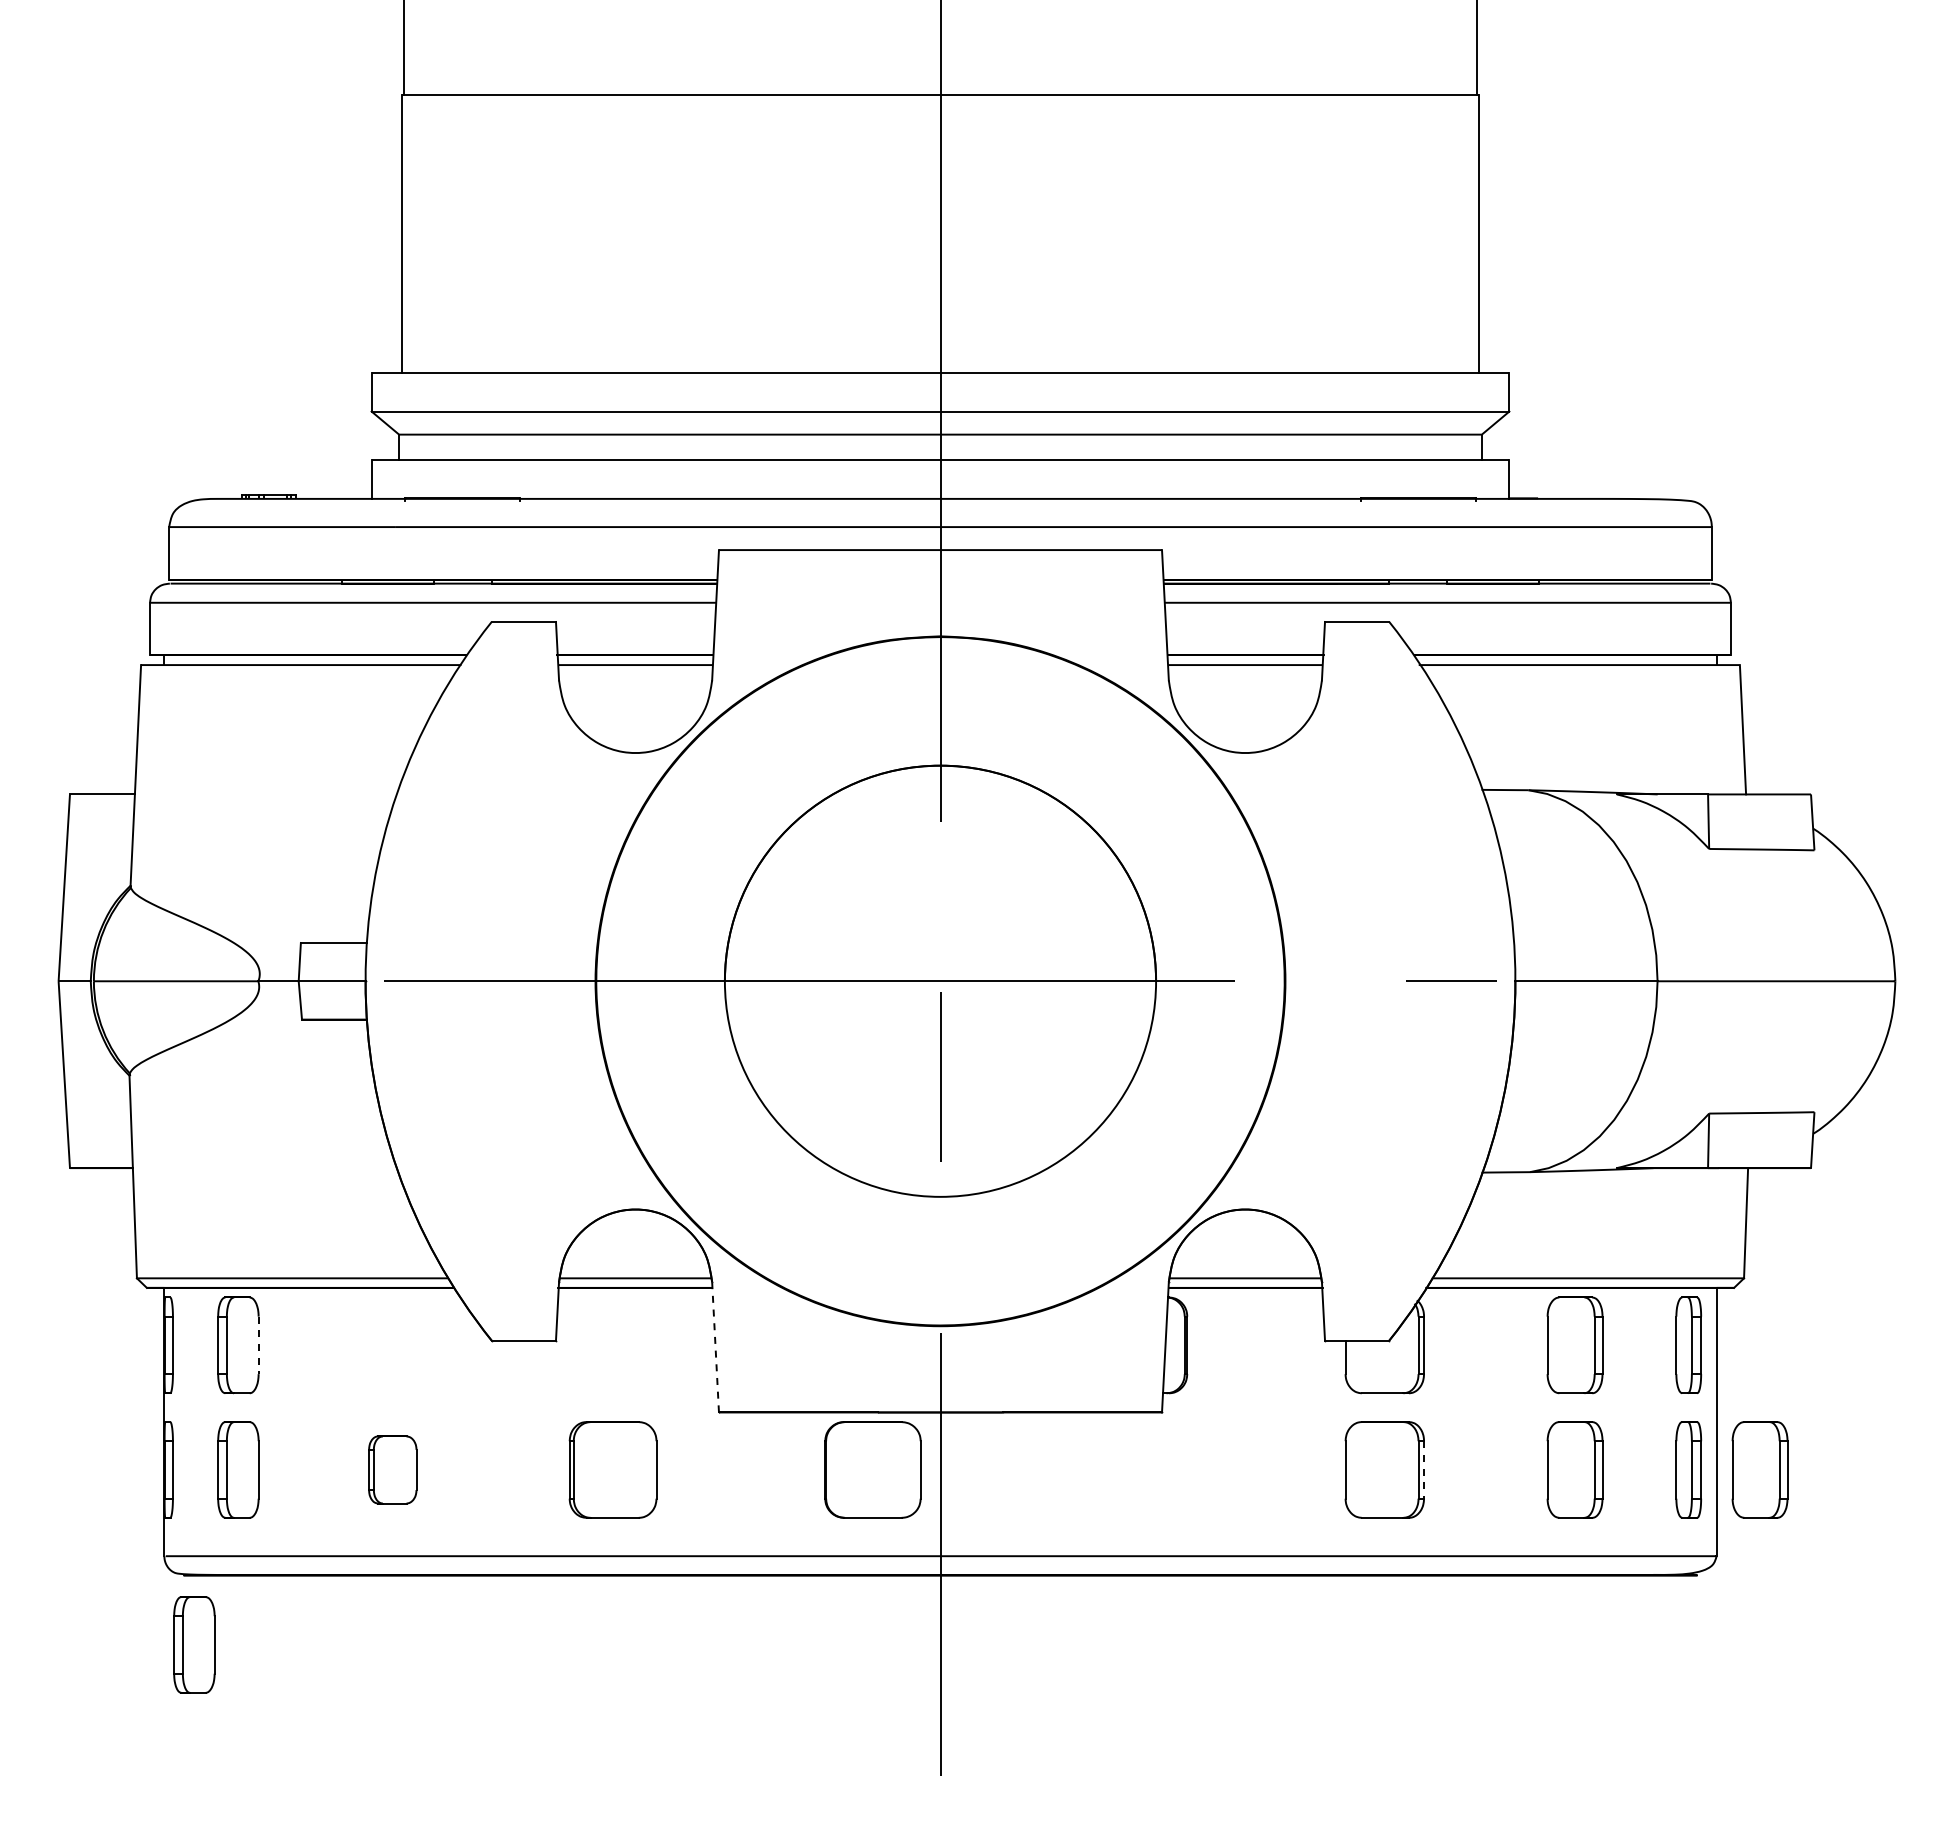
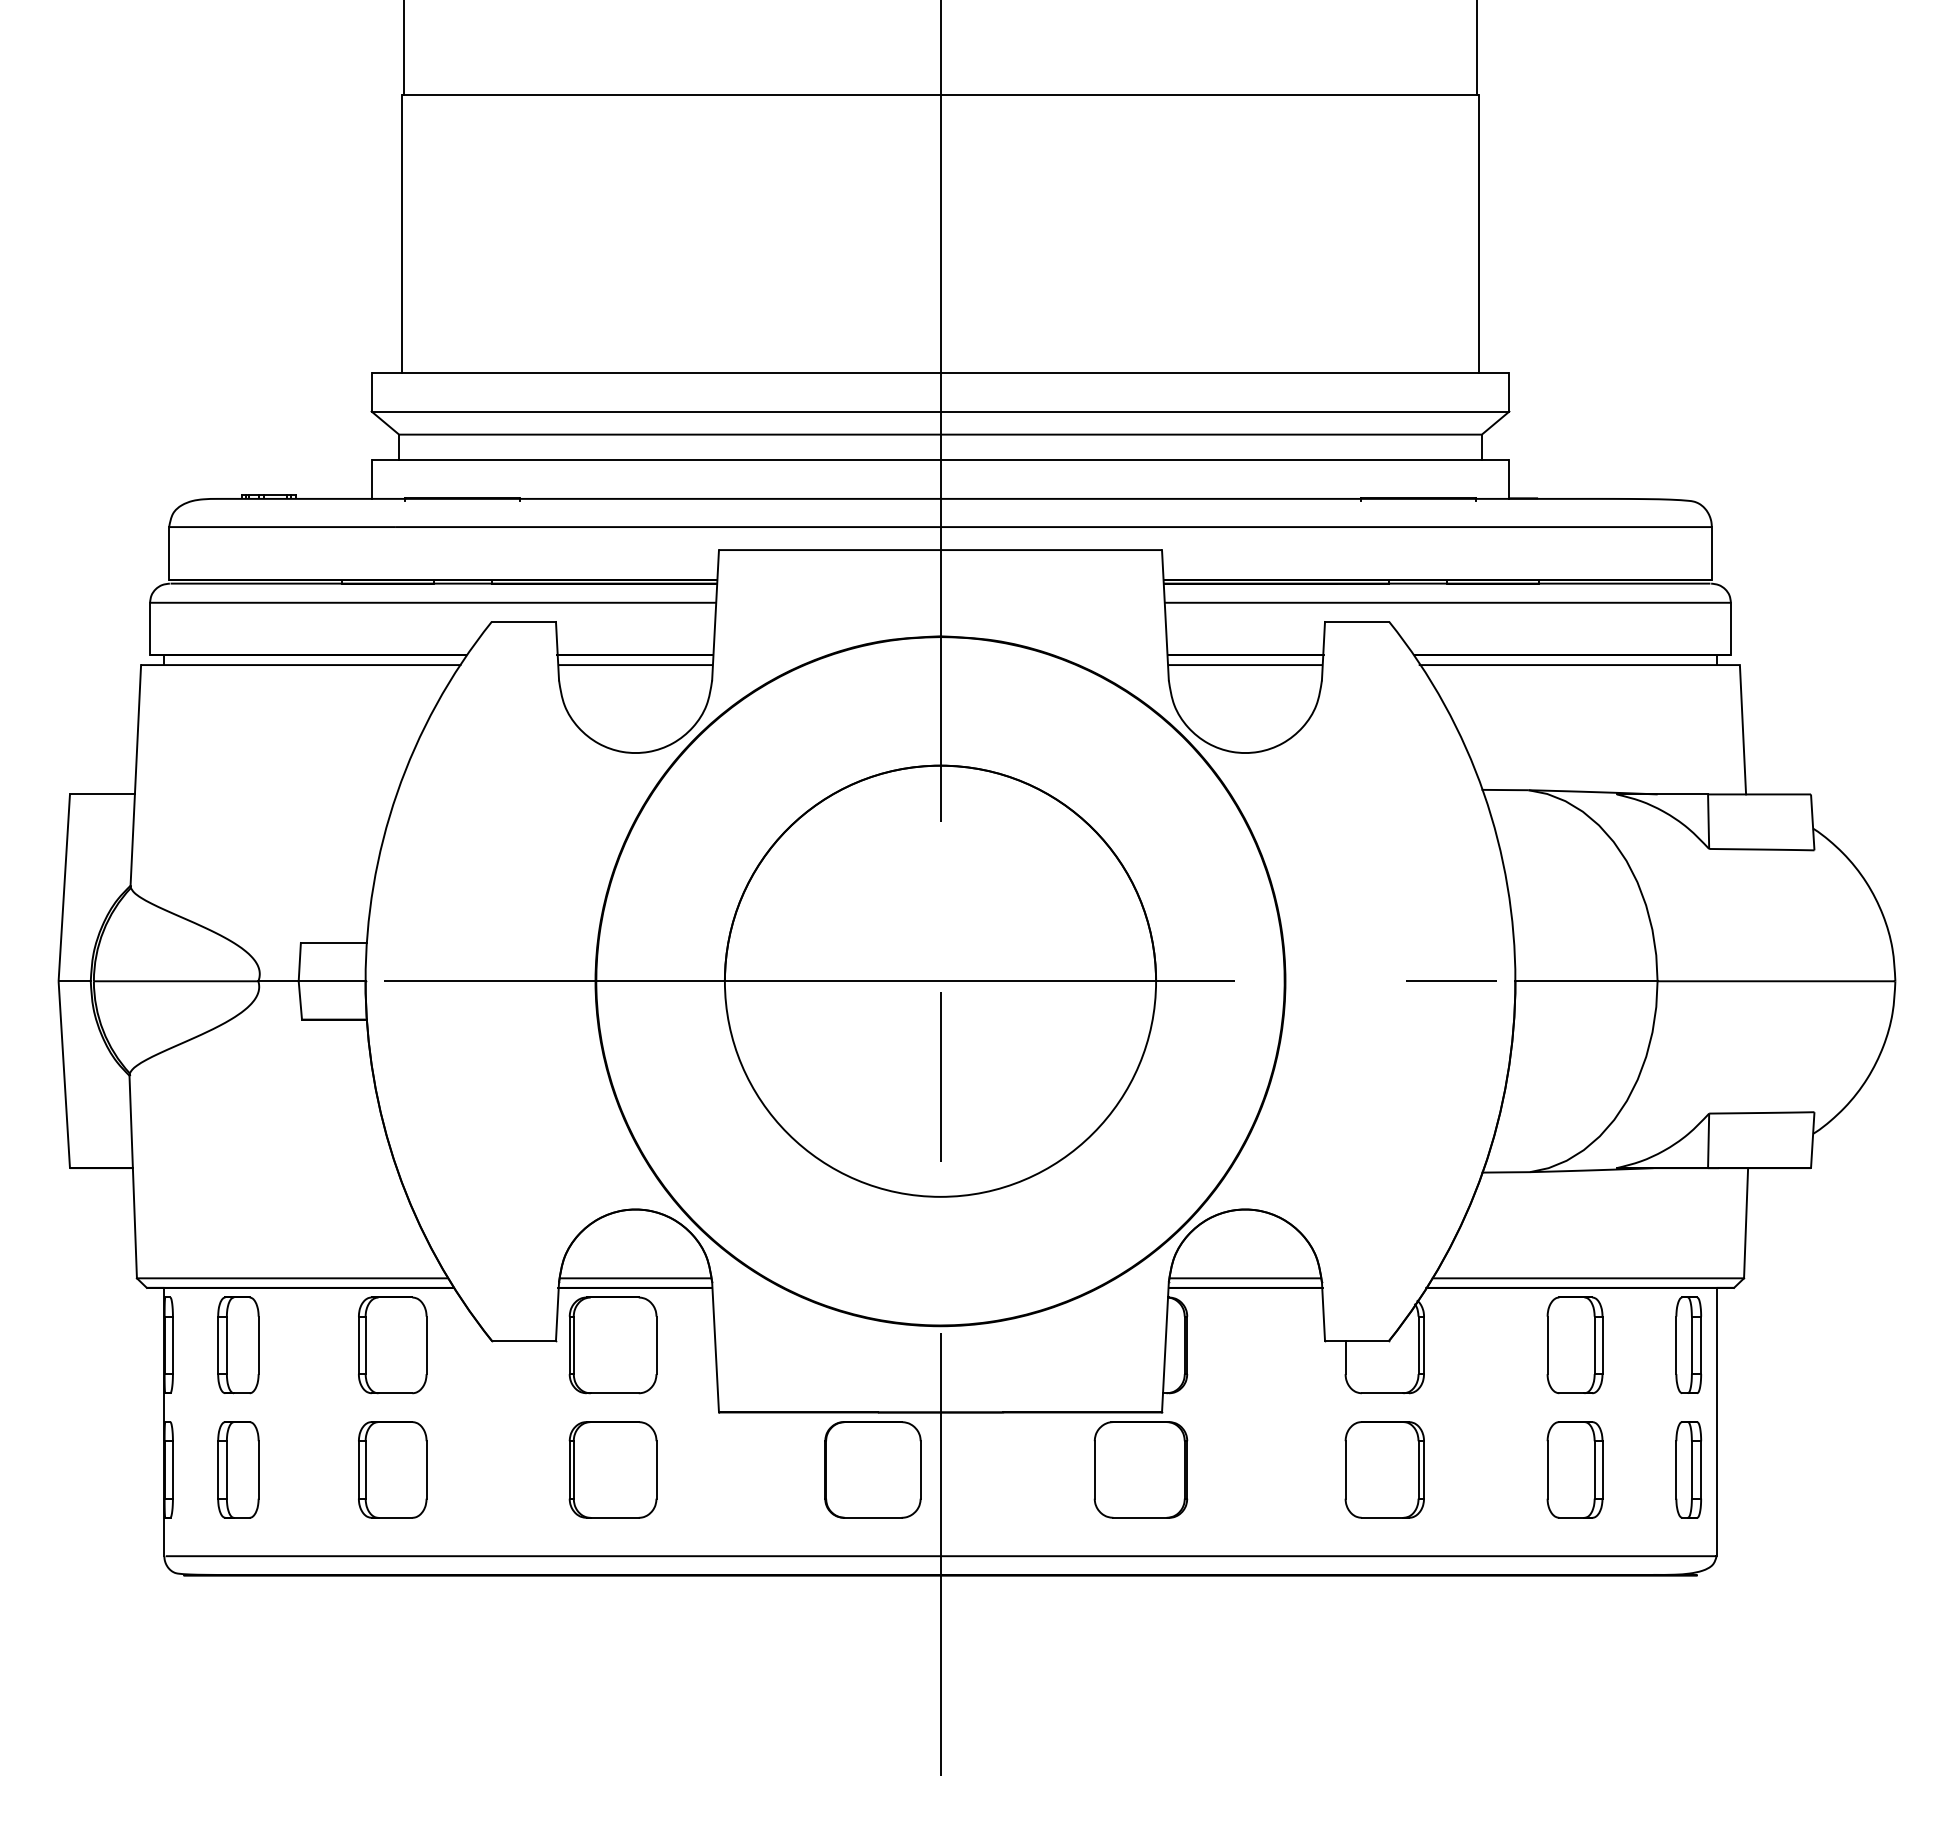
line at (258, 1345): dashed -> solid
part at (392, 1345): none -> present
part at (612, 1345): none -> present
line at (715, 1347): dashed -> solid
part at (392, 1469) size: 50x70 px -> 70x98 px
part at (1140, 1469): none -> present
line at (1424, 1469): dashed -> solid
part at (1759, 1469): present -> none
part at (194, 1644): present -> none
